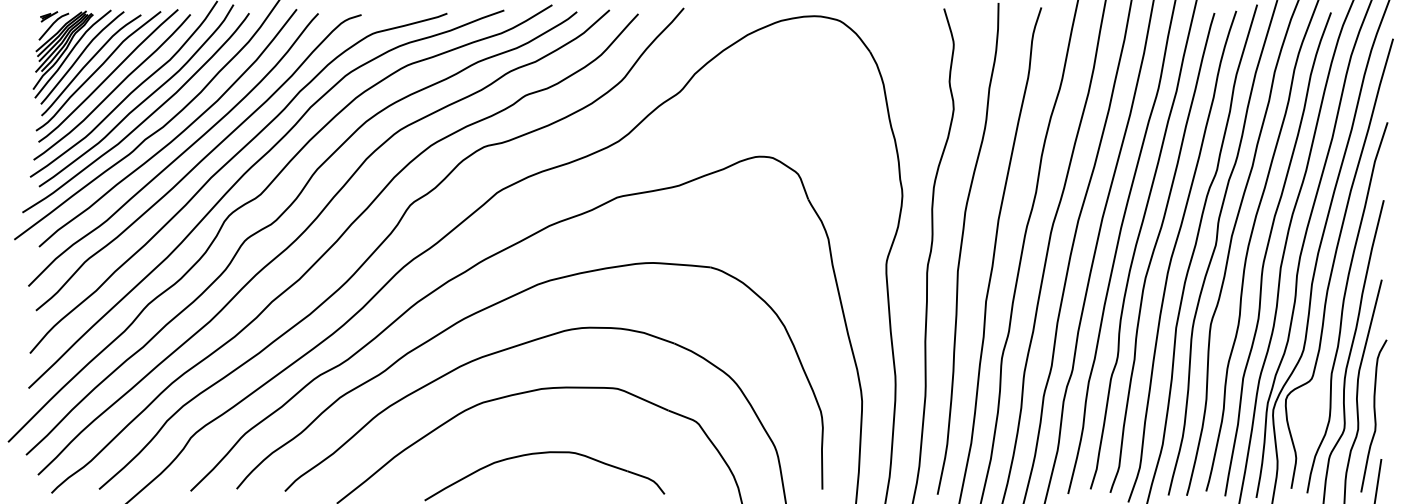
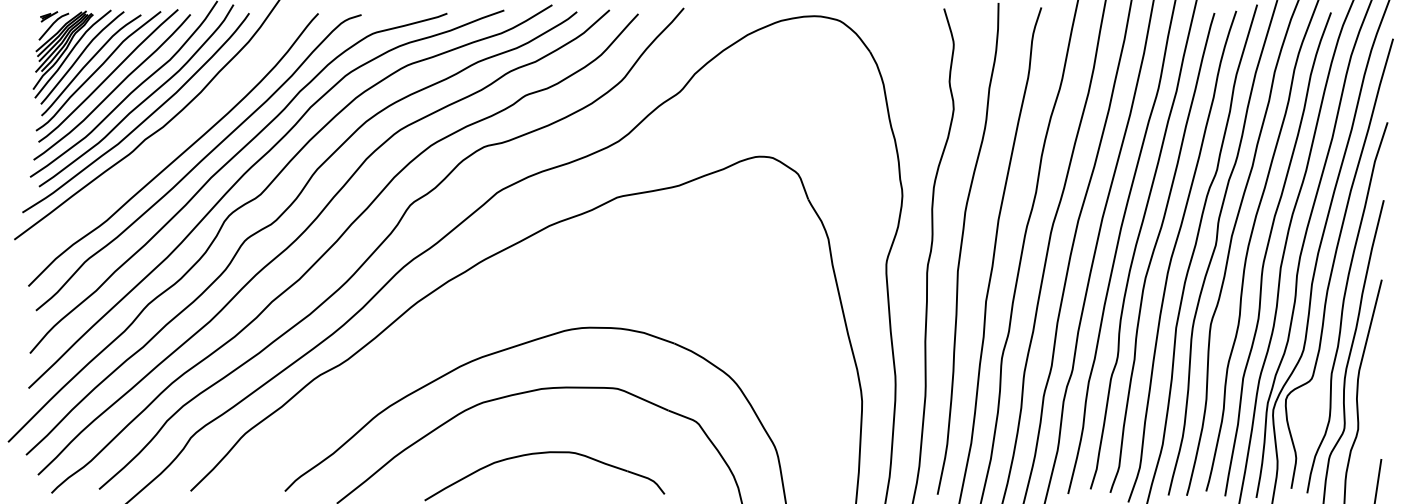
curve at (175, 136): present -> none
part at (497, 304): present -> none
curve at (1374, 415): present -> none
